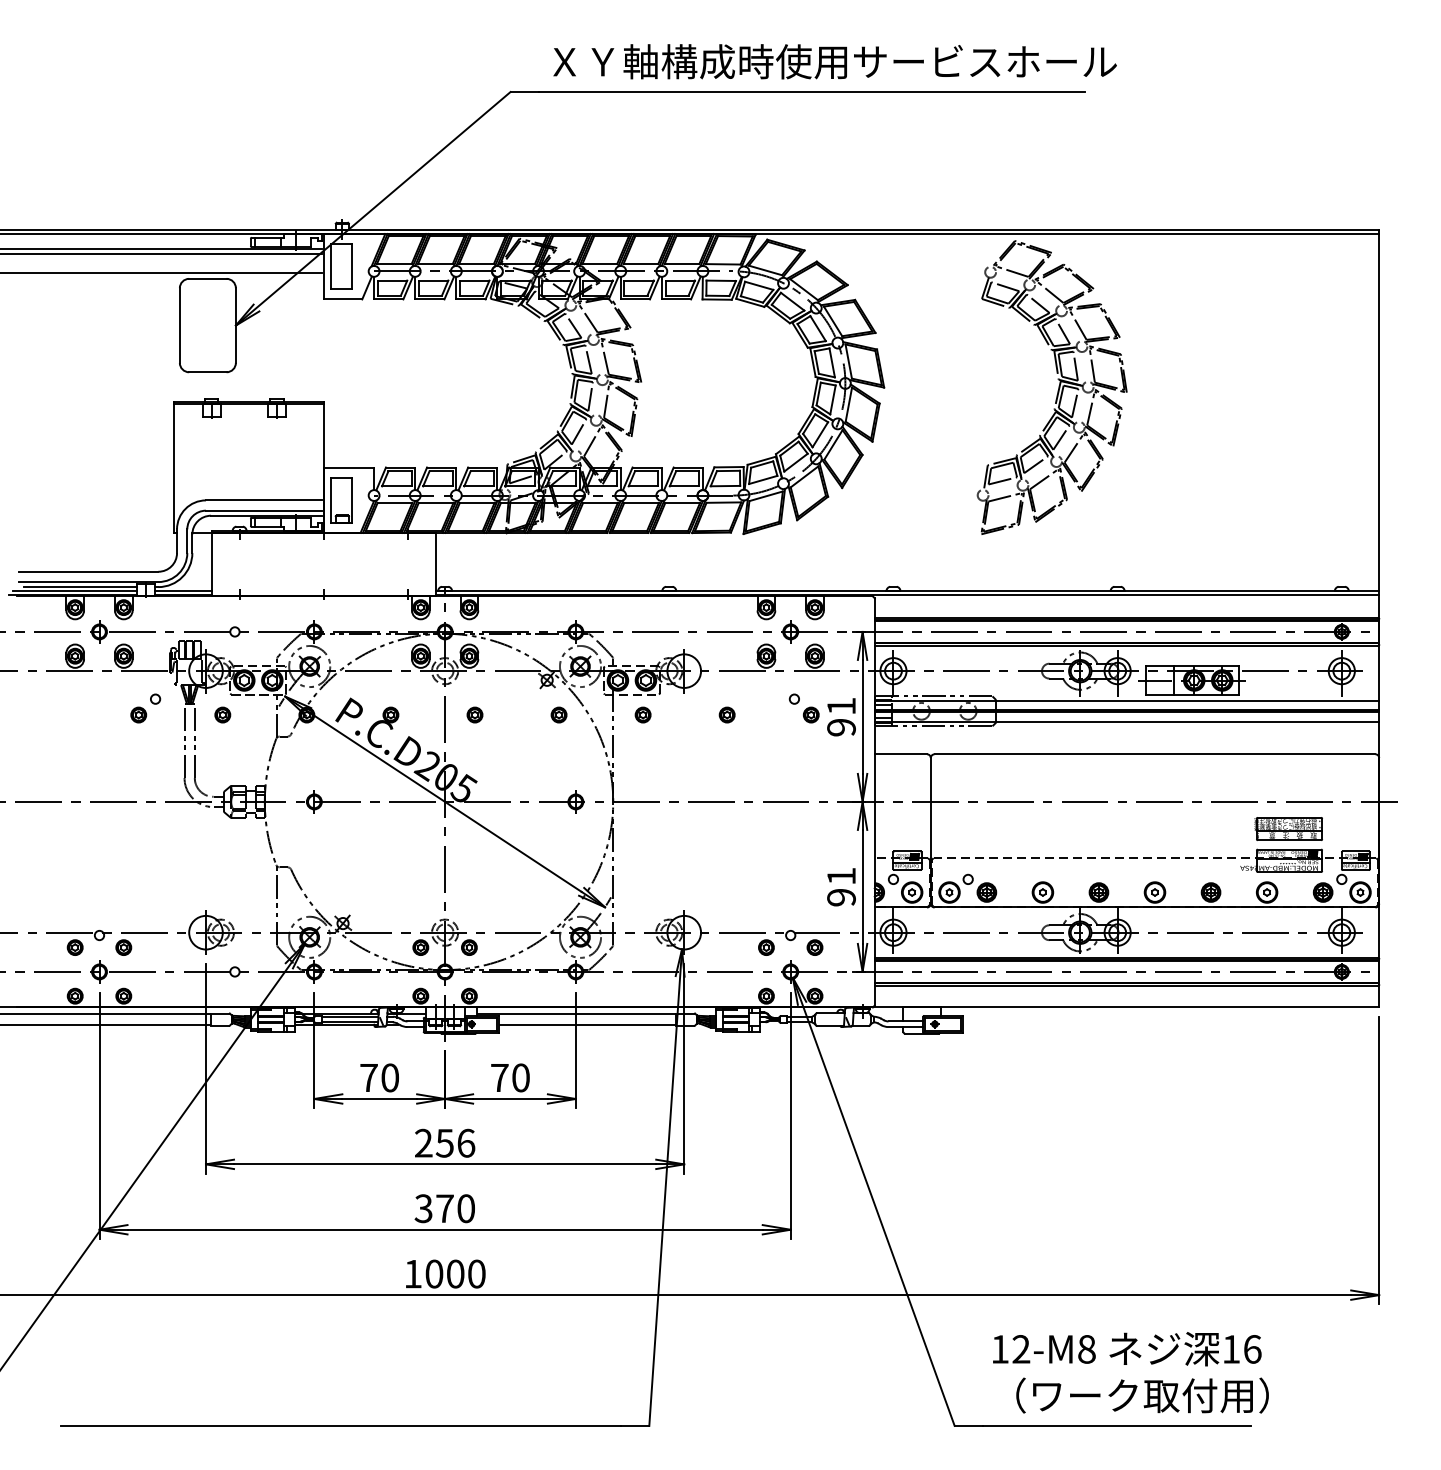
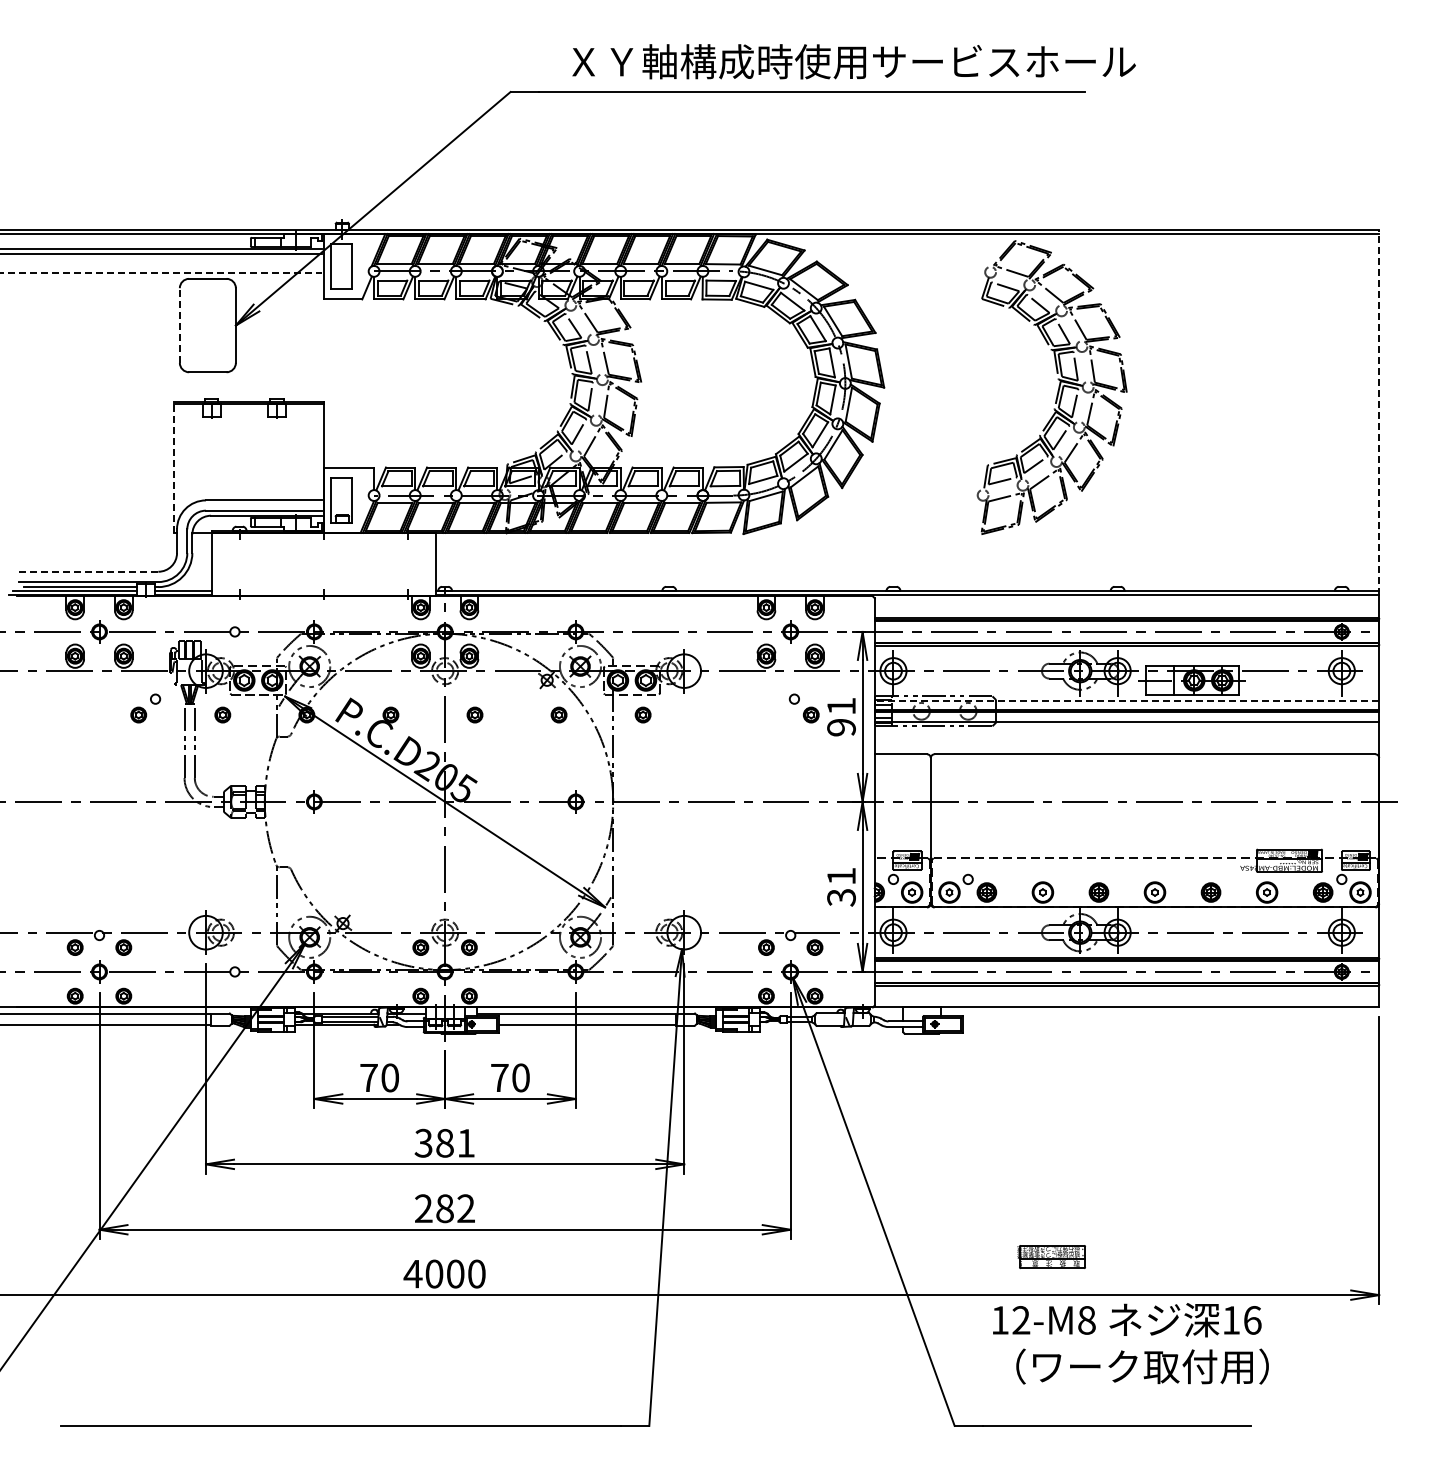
text at (834, 61) position: (834, 61) -> (853, 61)
line at (161, 272): solid -> dashed
line at (179, 325): solid -> dashed
line at (1379, 411): solid -> dashed
line at (174, 467): solid -> dashed
line at (88, 571): solid -> dashed
line at (1126, 701): solid -> dashed
part at (726, 714): present -> none
part at (1288, 828) position: (1288, 828) -> (1051, 1256)
text at (841, 897): 91 -> 31
text at (444, 1142): 256 -> 381
text at (444, 1208): 370 -> 282
text at (412, 1274): 1000 -> 4000
text at (1130, 1372) position: (1130, 1372) -> (1130, 1343)
